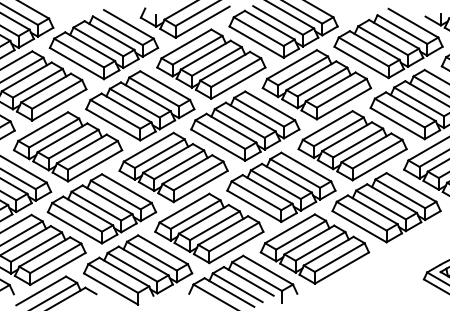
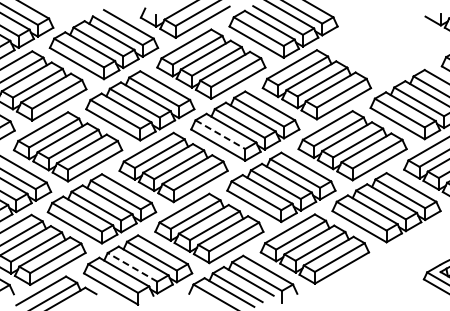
part at (388, 43): present -> none
line at (220, 134): solid -> dashed
line at (132, 267): solid -> dashed
